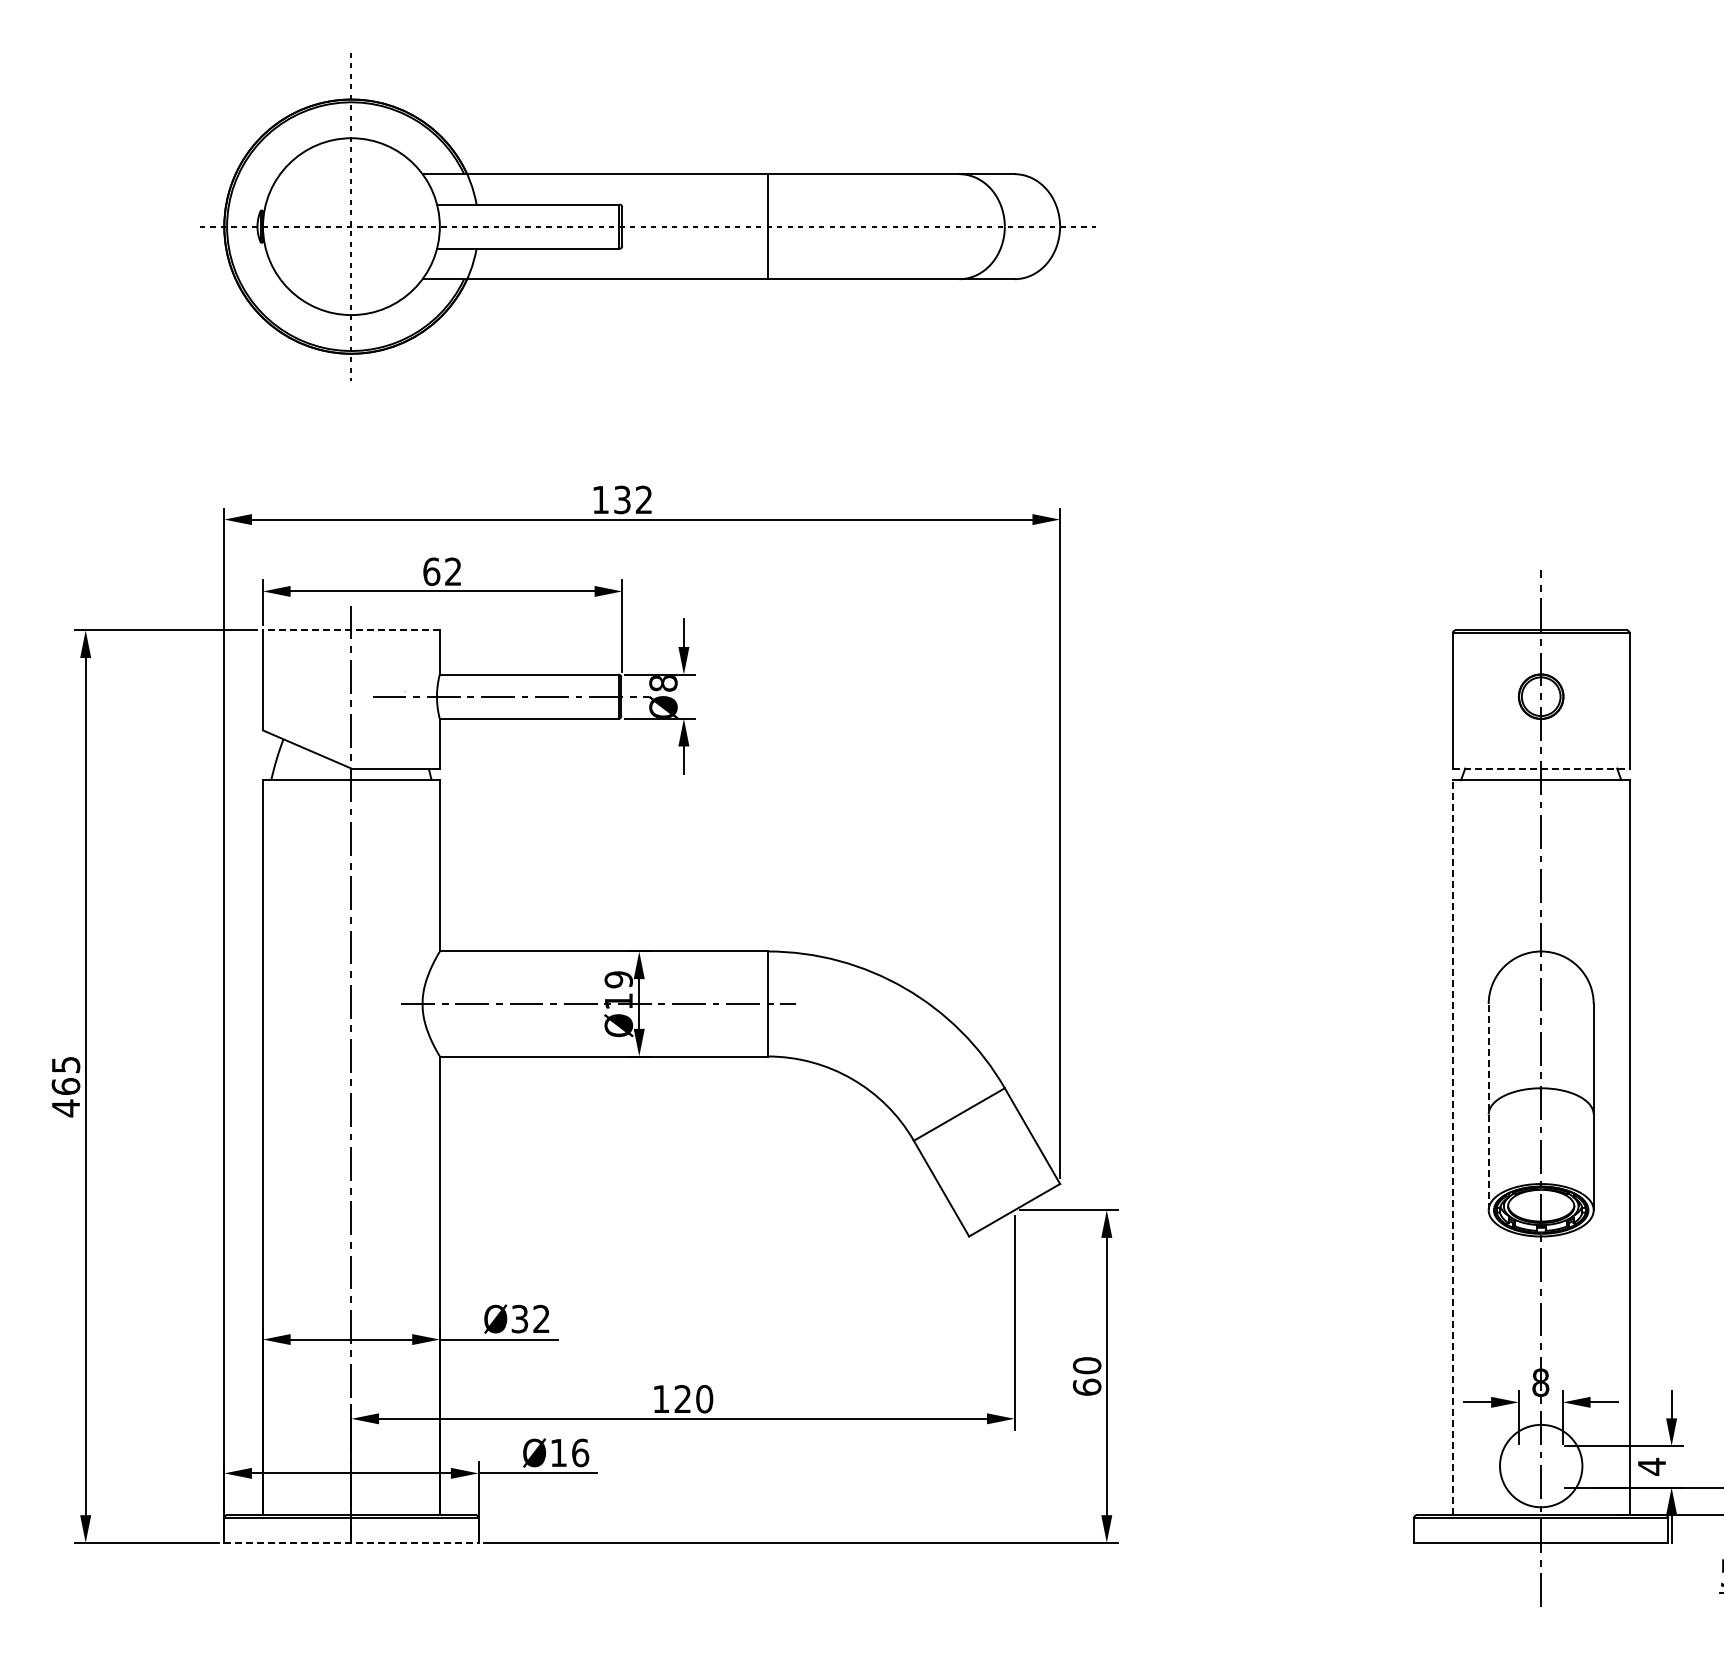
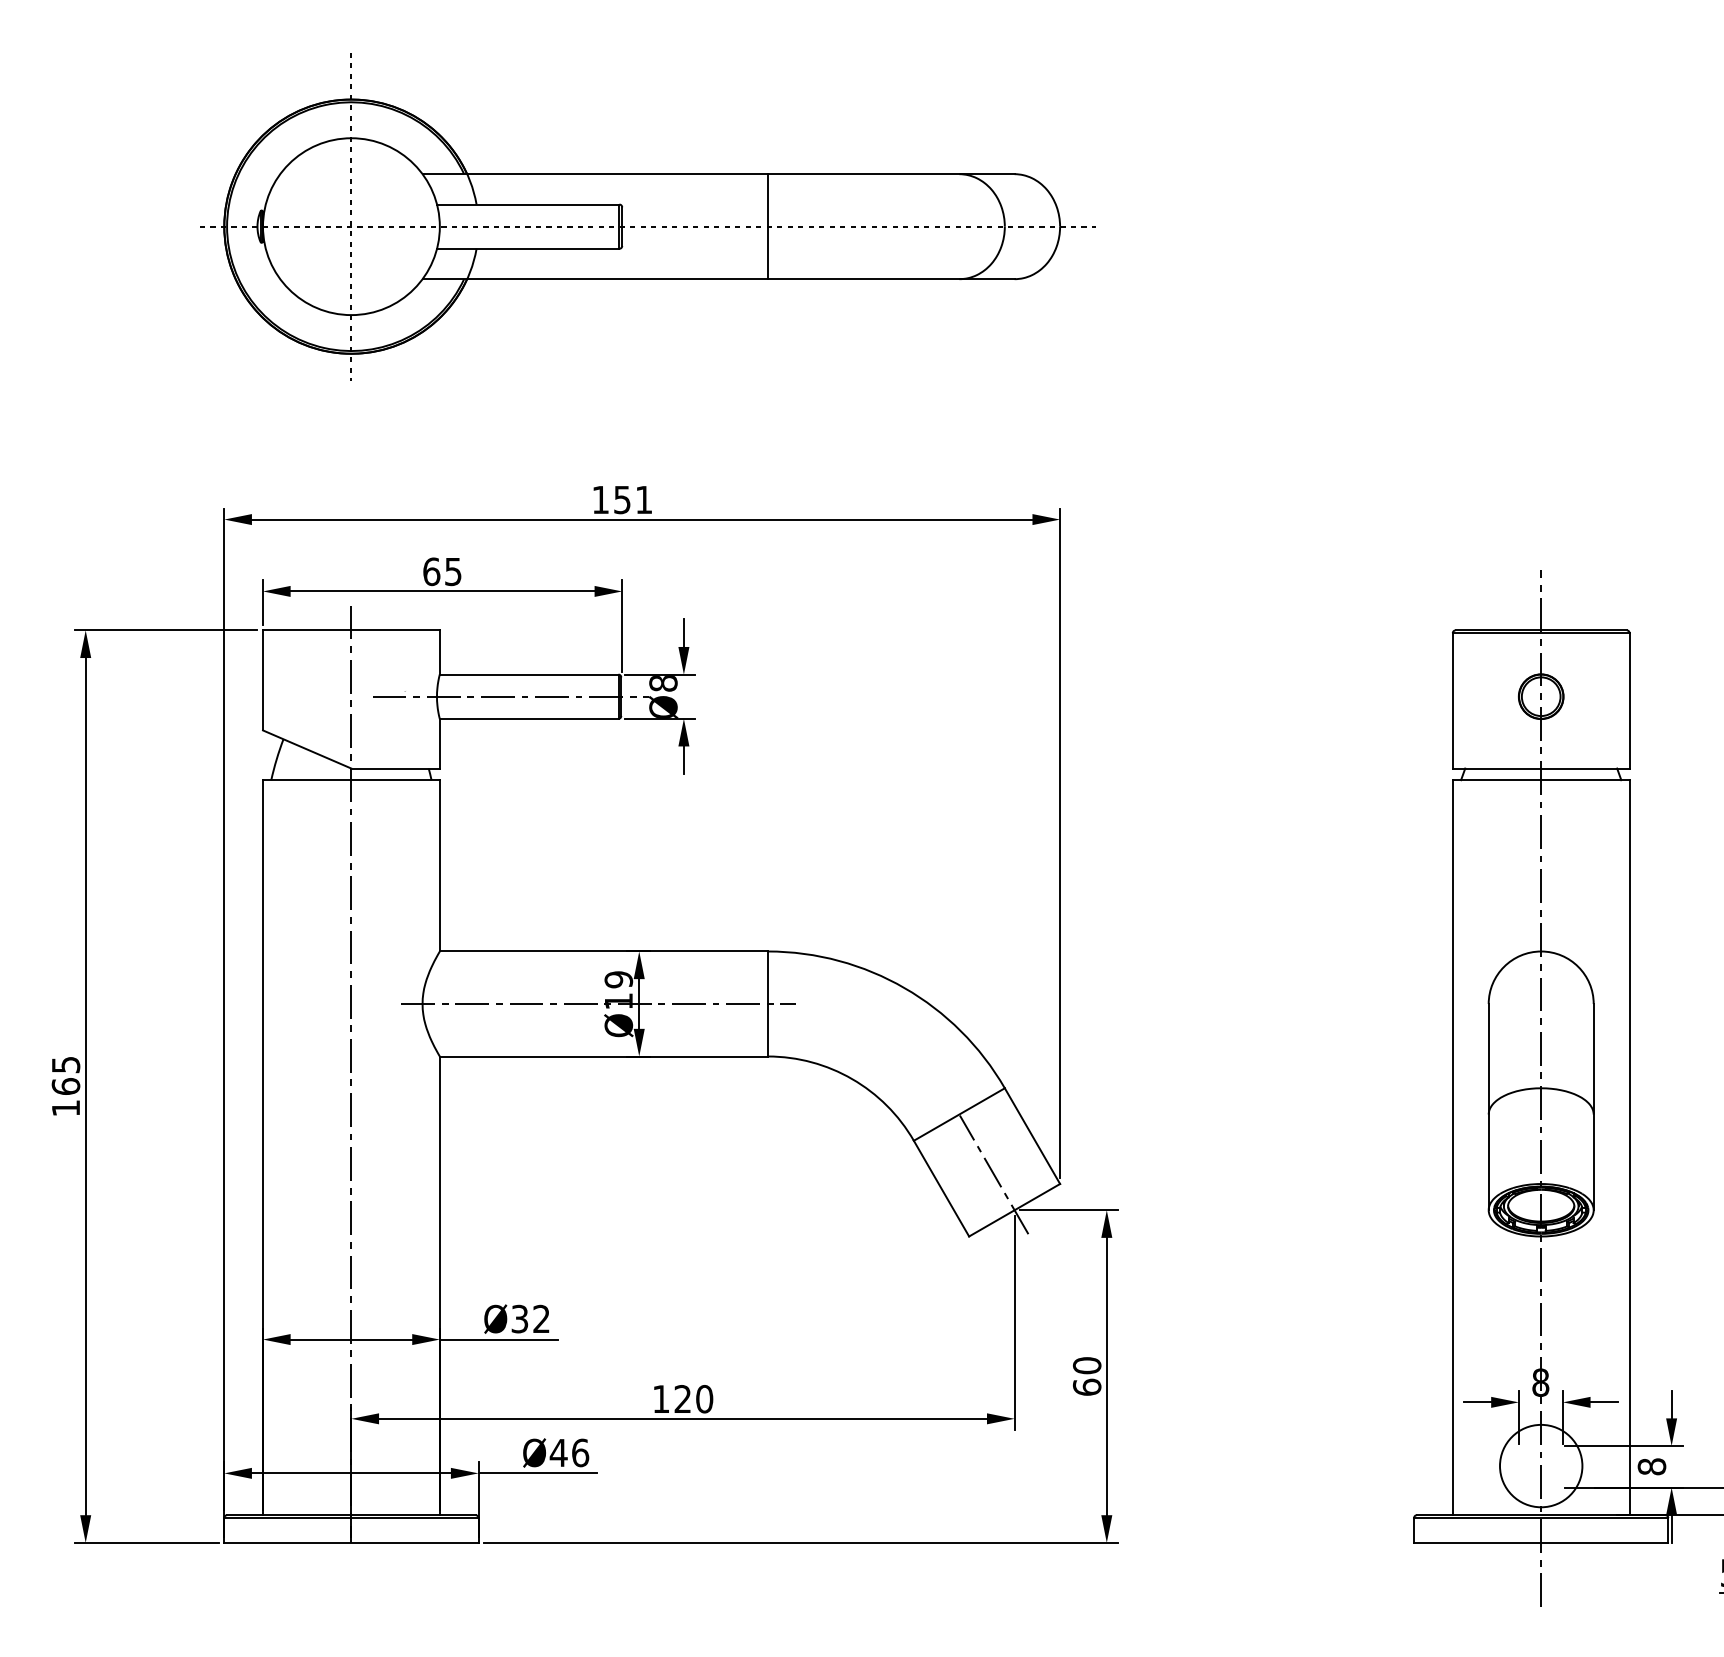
text at (632, 499): 132 -> 151
text at (453, 571): 62 -> 65
line at (350, 630): dashed -> solid
line at (1541, 768): dashed -> solid
line at (1488, 1106): dashed -> solid
text at (65, 1108): 465 -> 165
line at (1452, 1147): dashed -> solid
line at (993, 1174): none -> present
text at (558, 1452): Ø16 -> Ø46
text at (1651, 1466): 4 -> 8
line at (351, 1542): dashed -> solid
